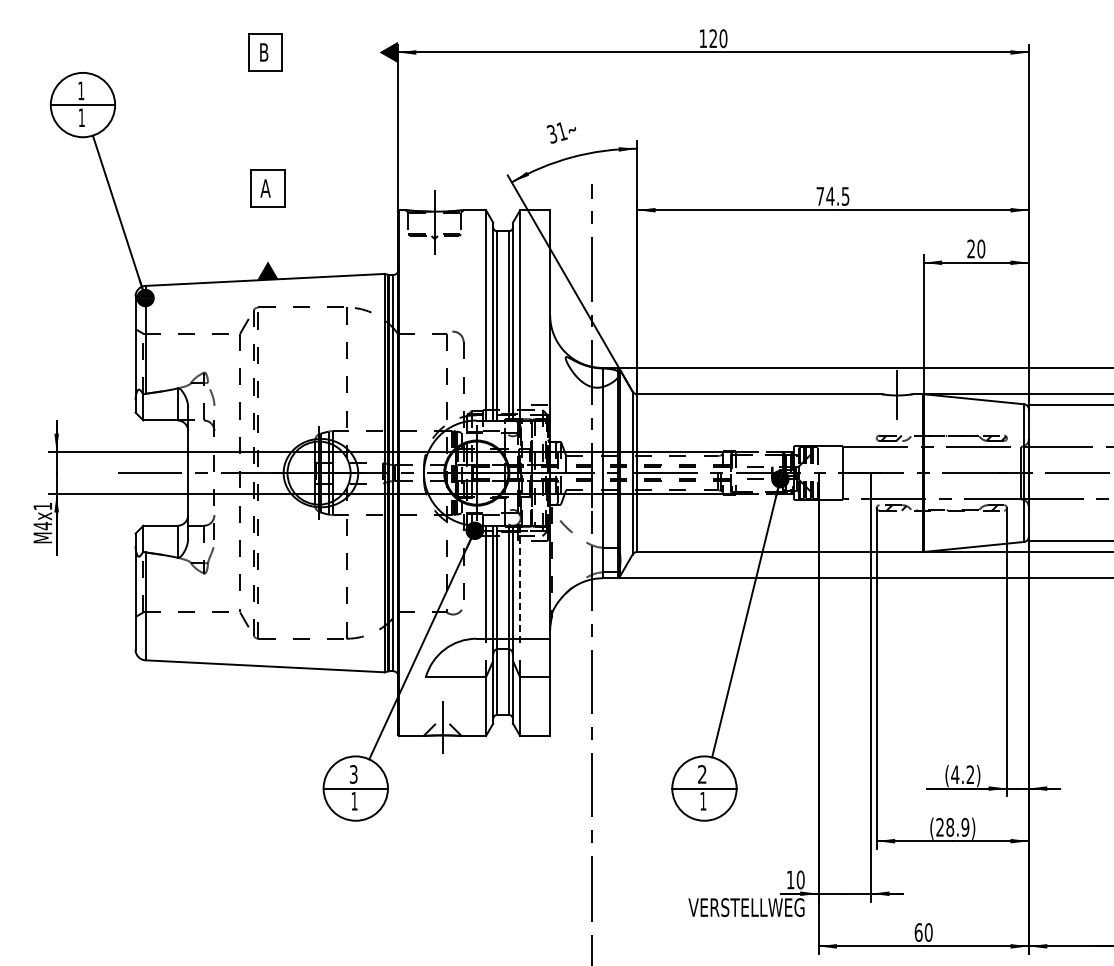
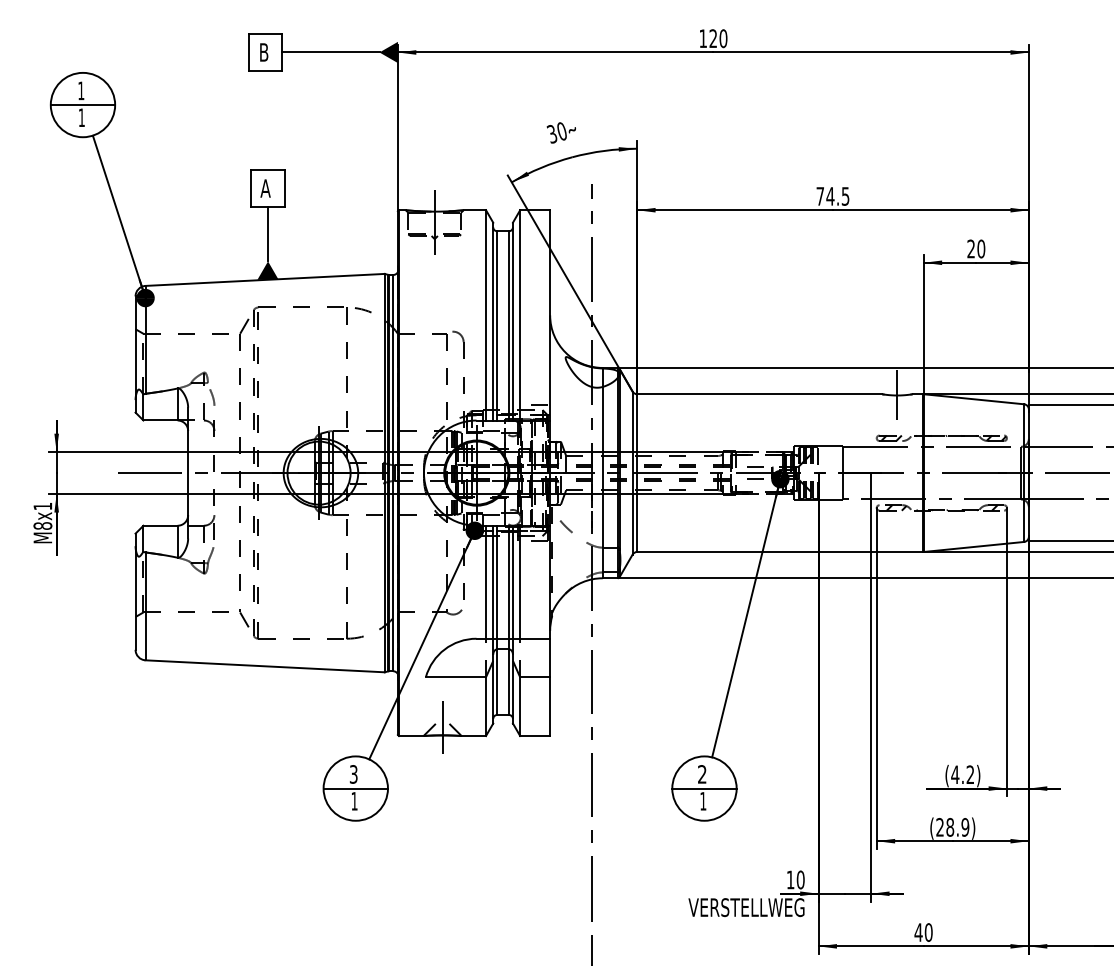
line at (330, 52): none -> present
text at (561, 131): 31 -> 30
line at (268, 233): none -> present
text at (42, 525): M4x1 -> M8x1
line at (520, 582): dashed -> solid
text at (918, 932): 60 -> 40
